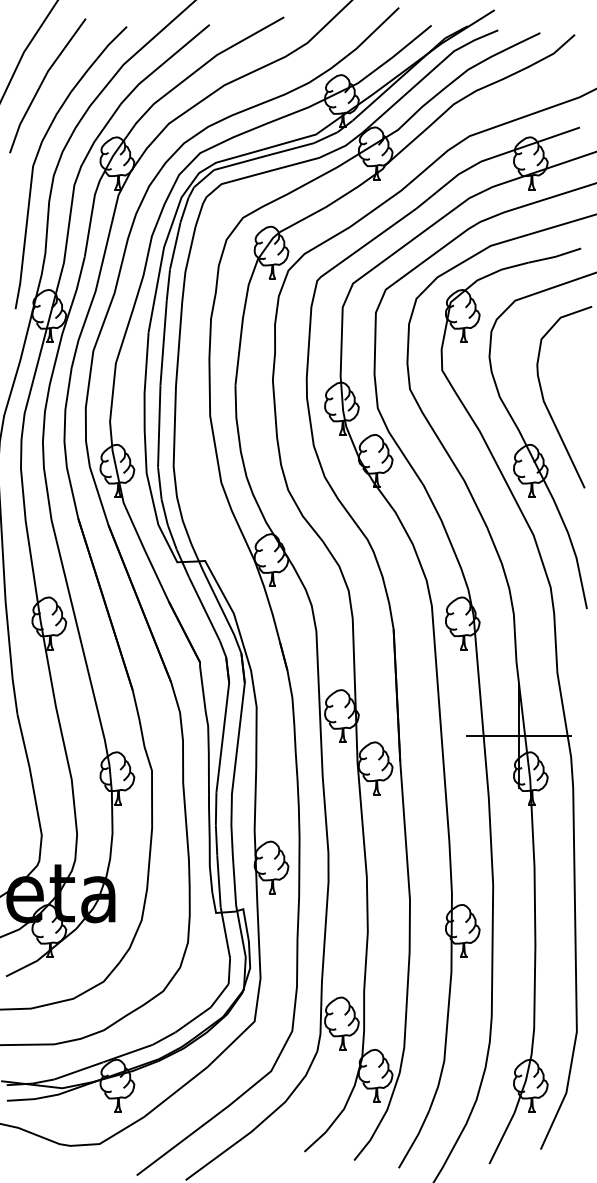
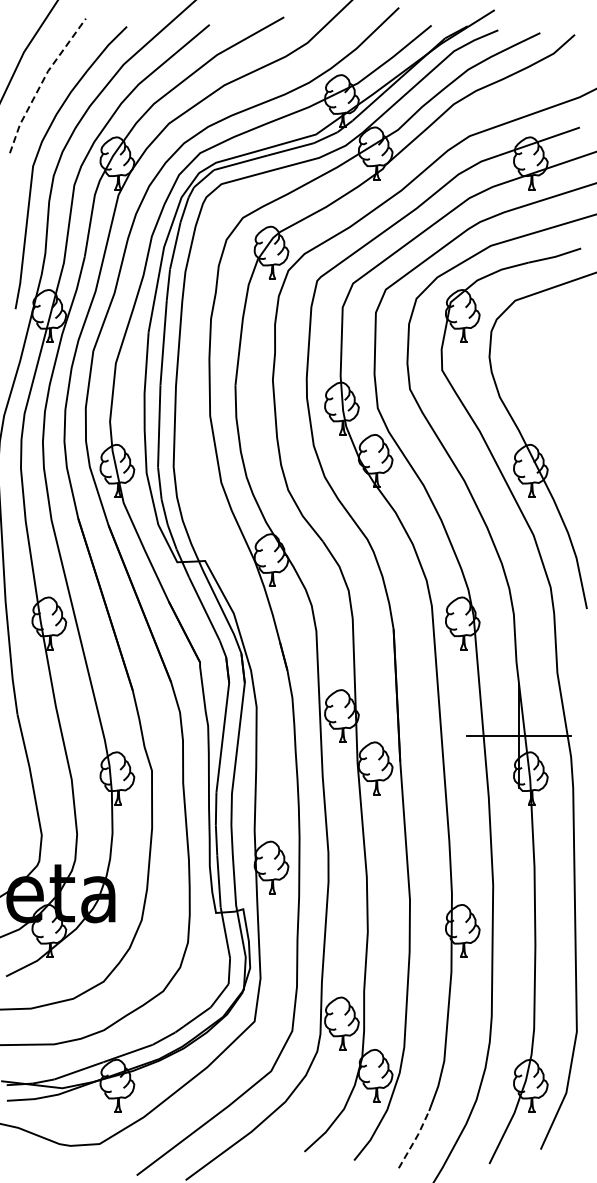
line at (42, 82): solid -> dashed
curve at (547, 406): present -> none
line at (415, 1139): solid -> dashed
